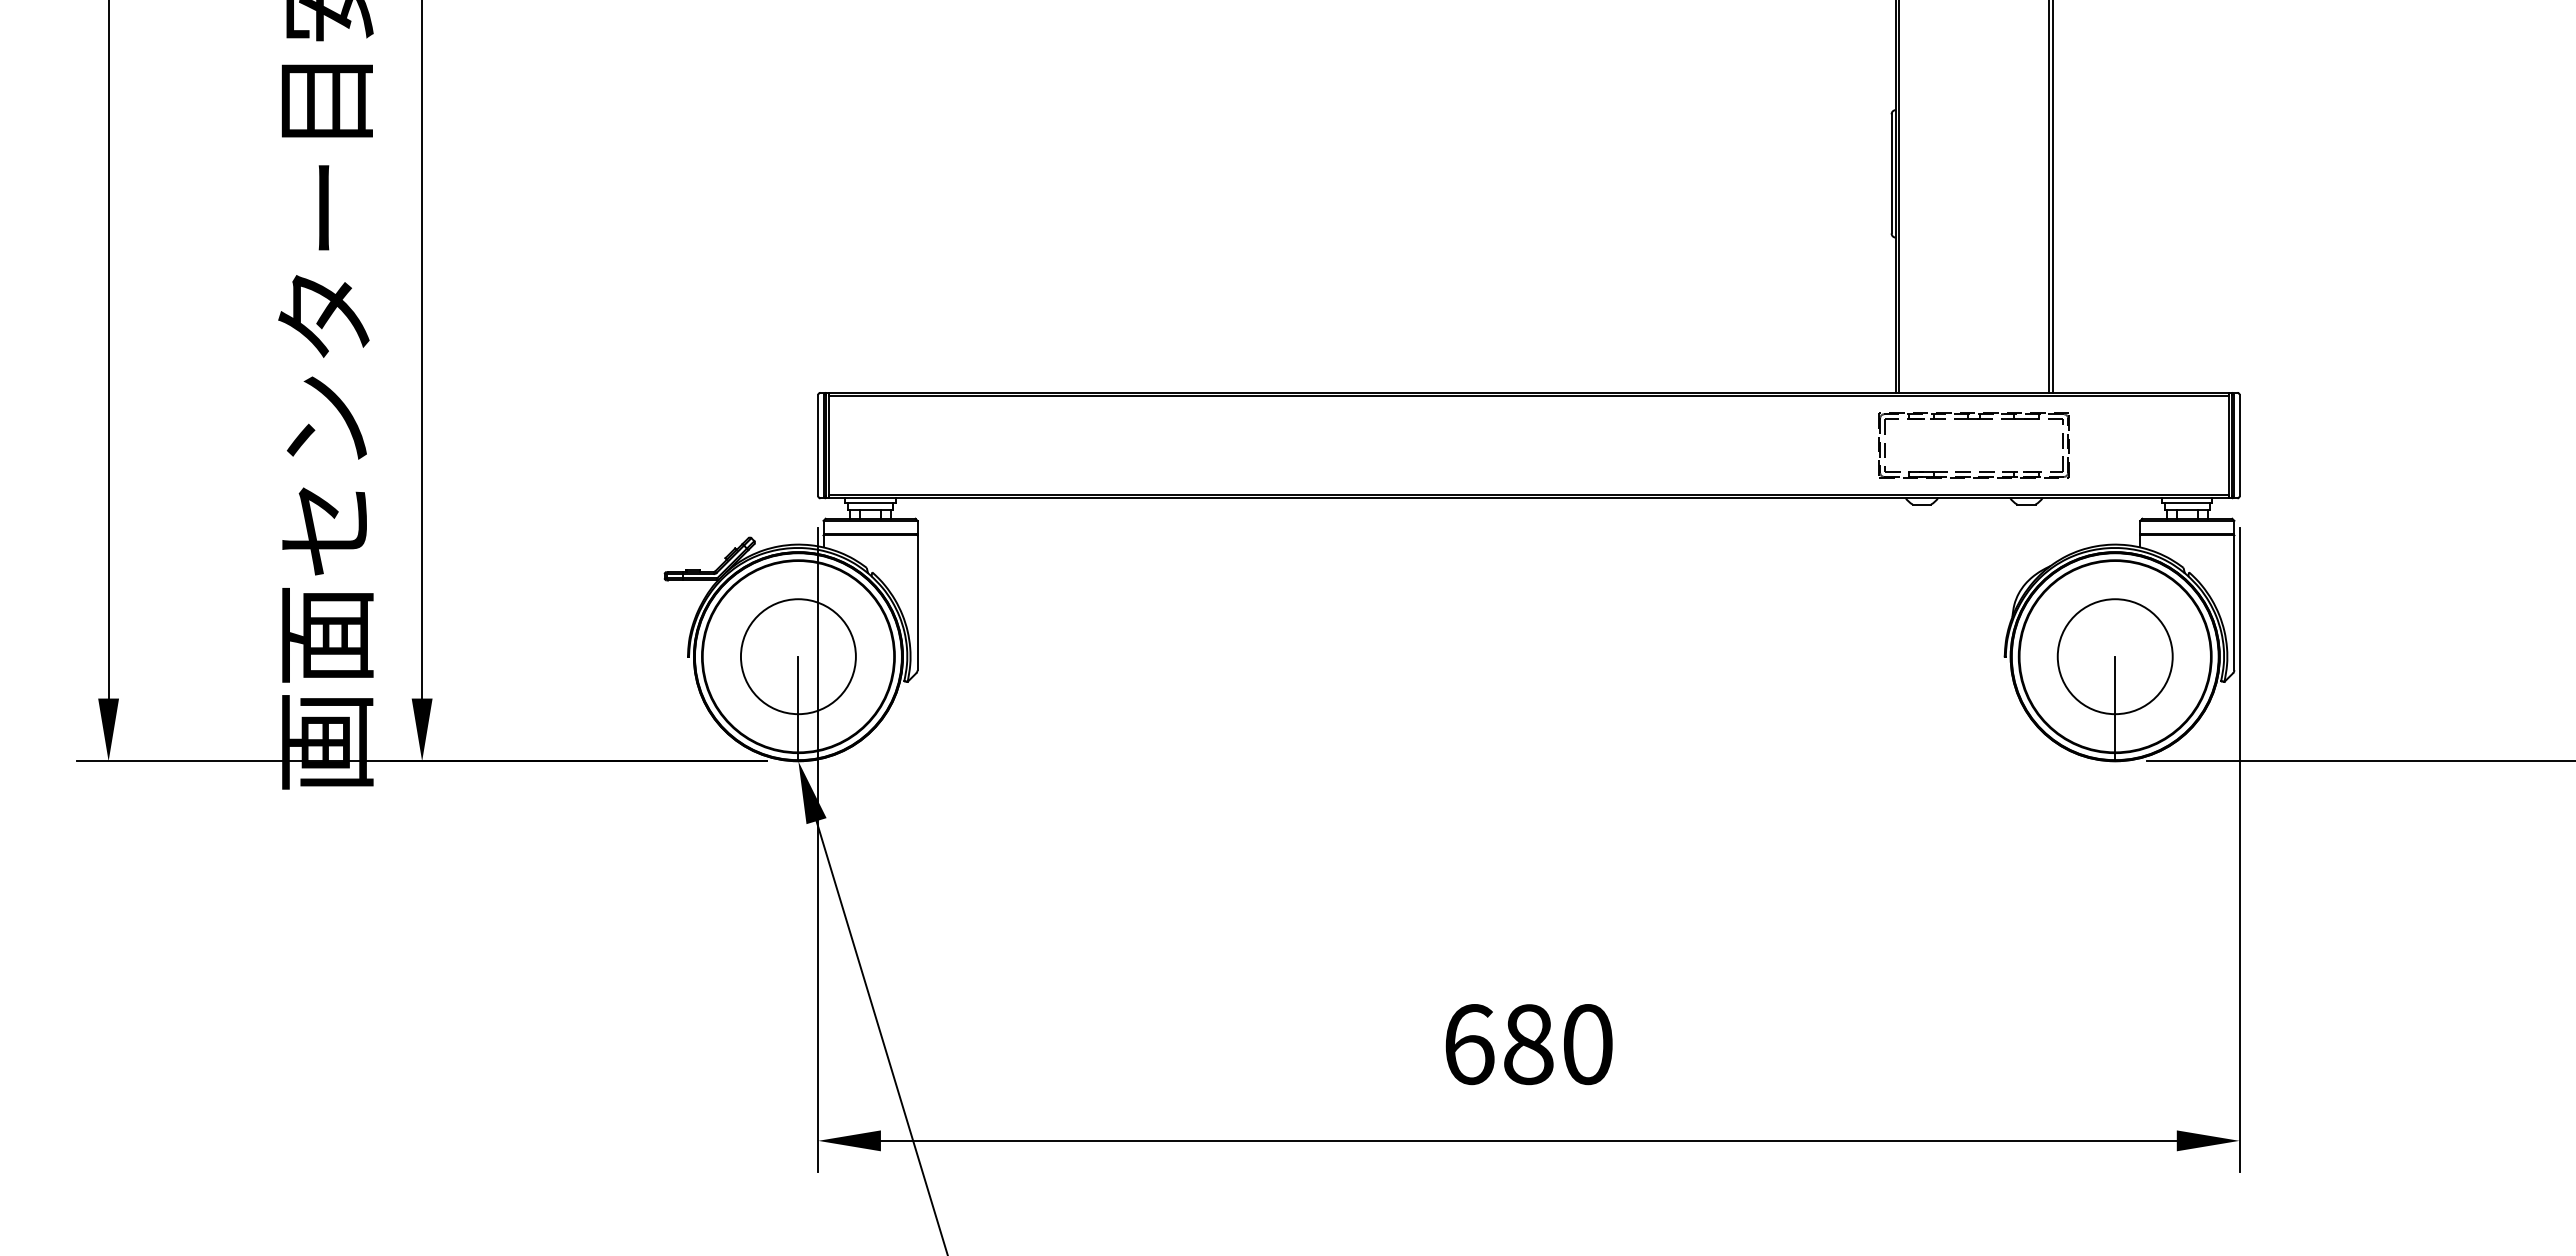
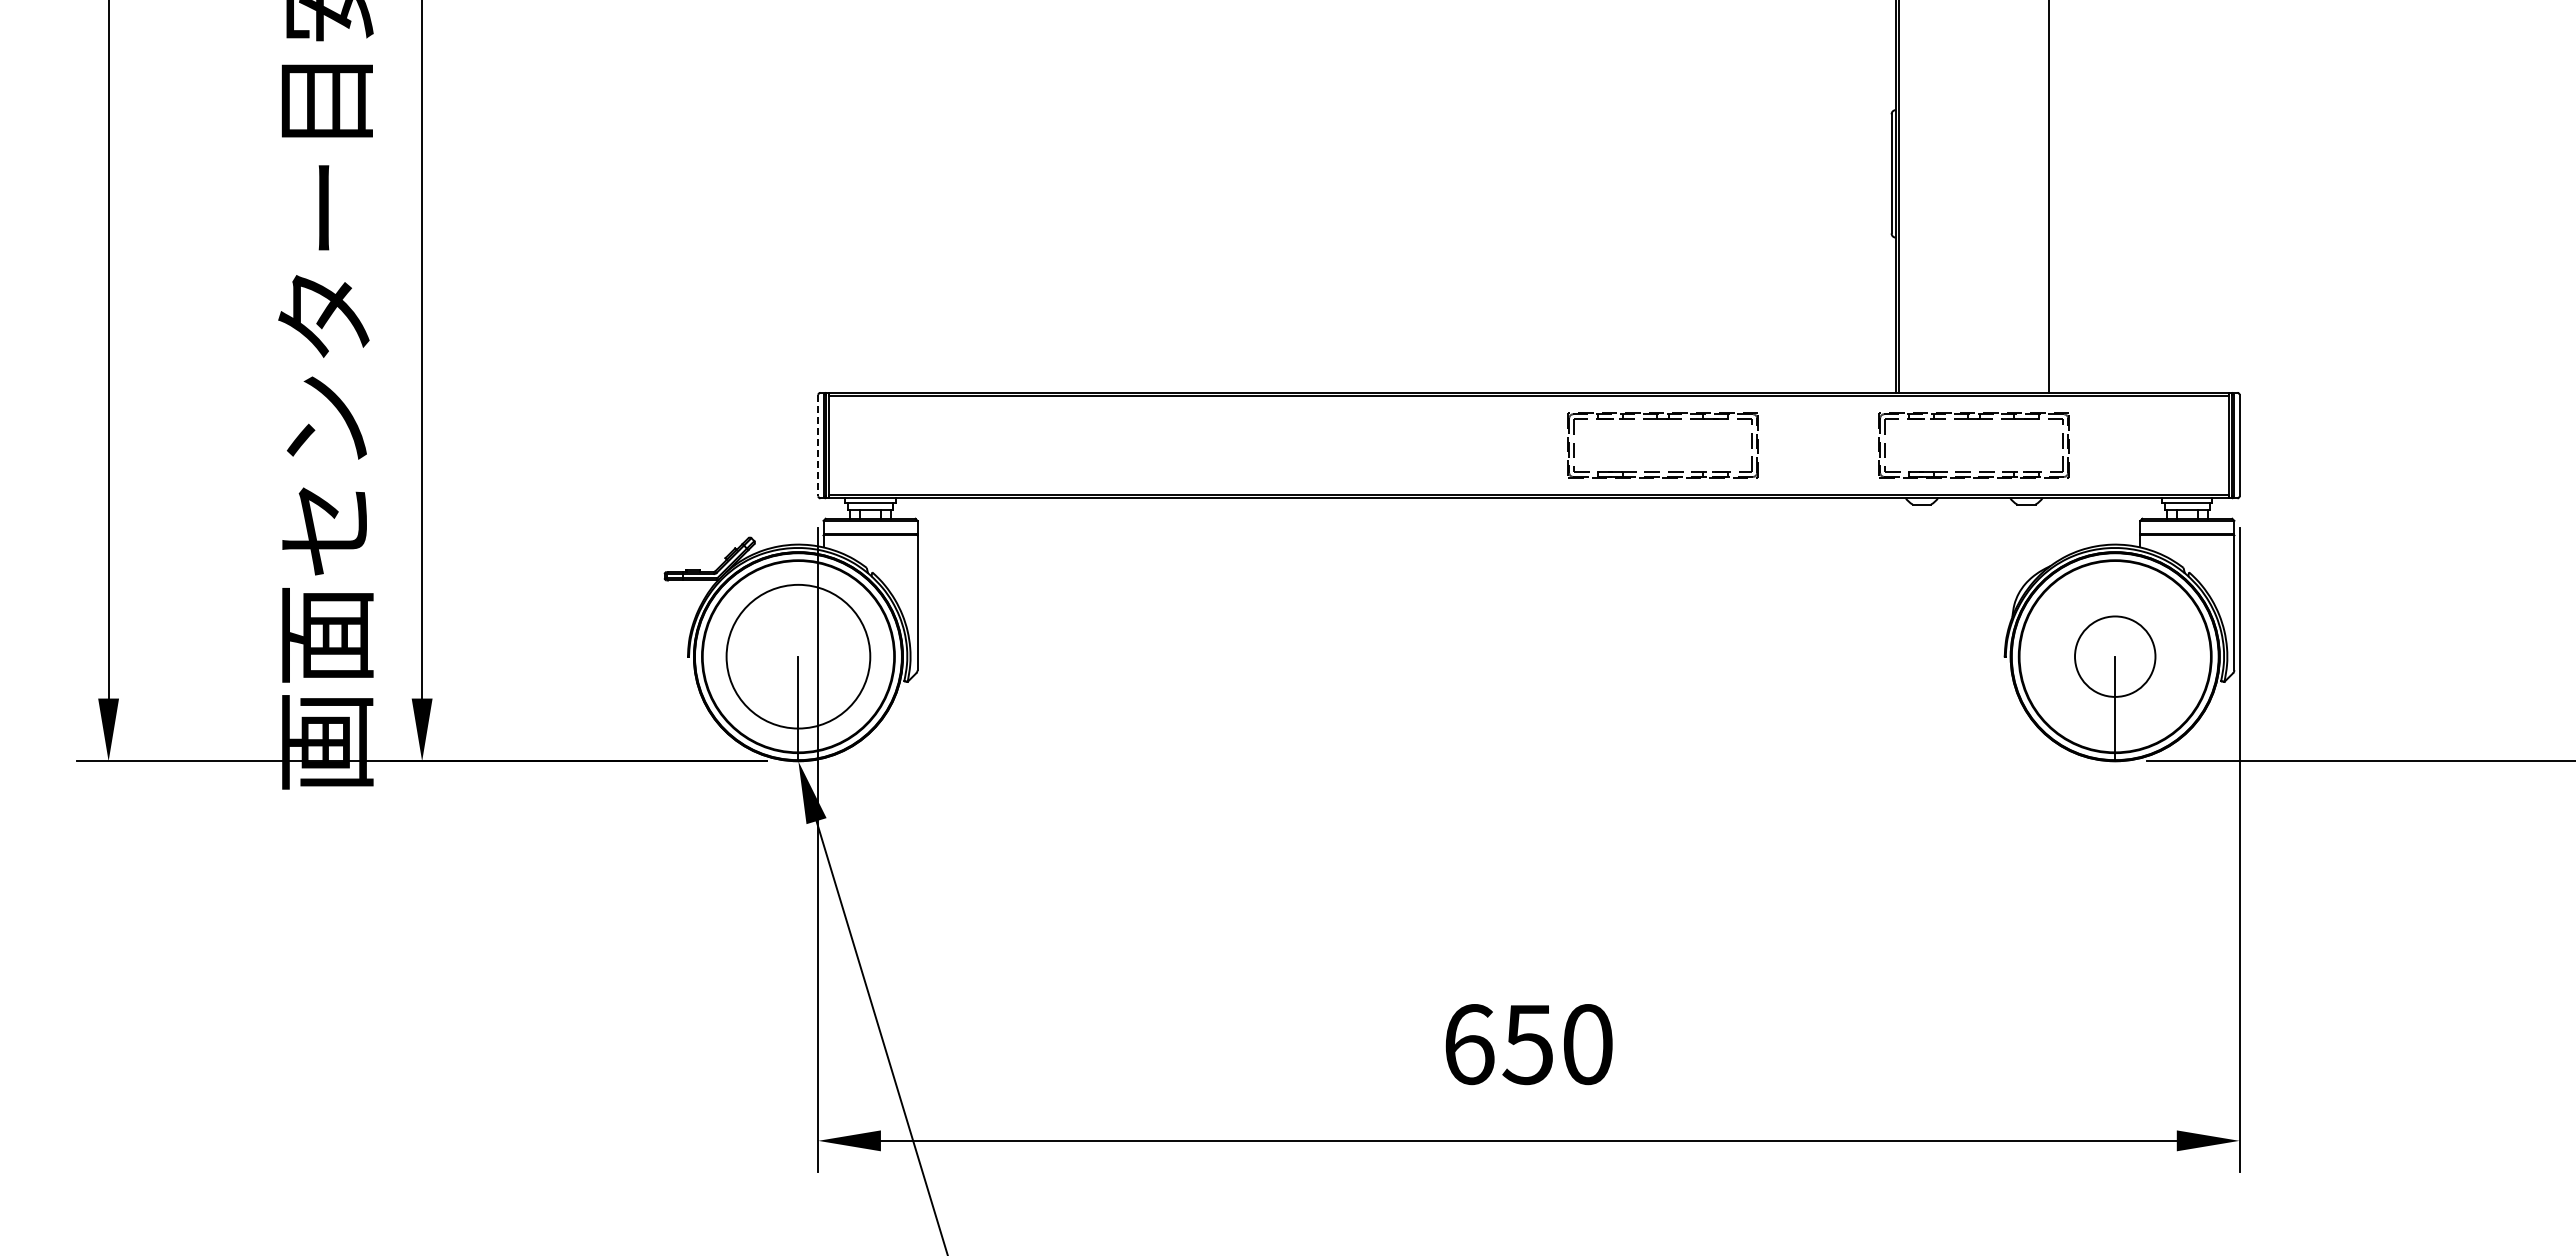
line at (2052, 197): present -> none
part at (1662, 419): none -> present
line at (818, 445): solid -> dashed
circle at (797, 656) diameter: 115 px -> 144 px
circle at (2114, 656) diameter: 115 px -> 80 px
text at (1527, 1044): 680 -> 650
